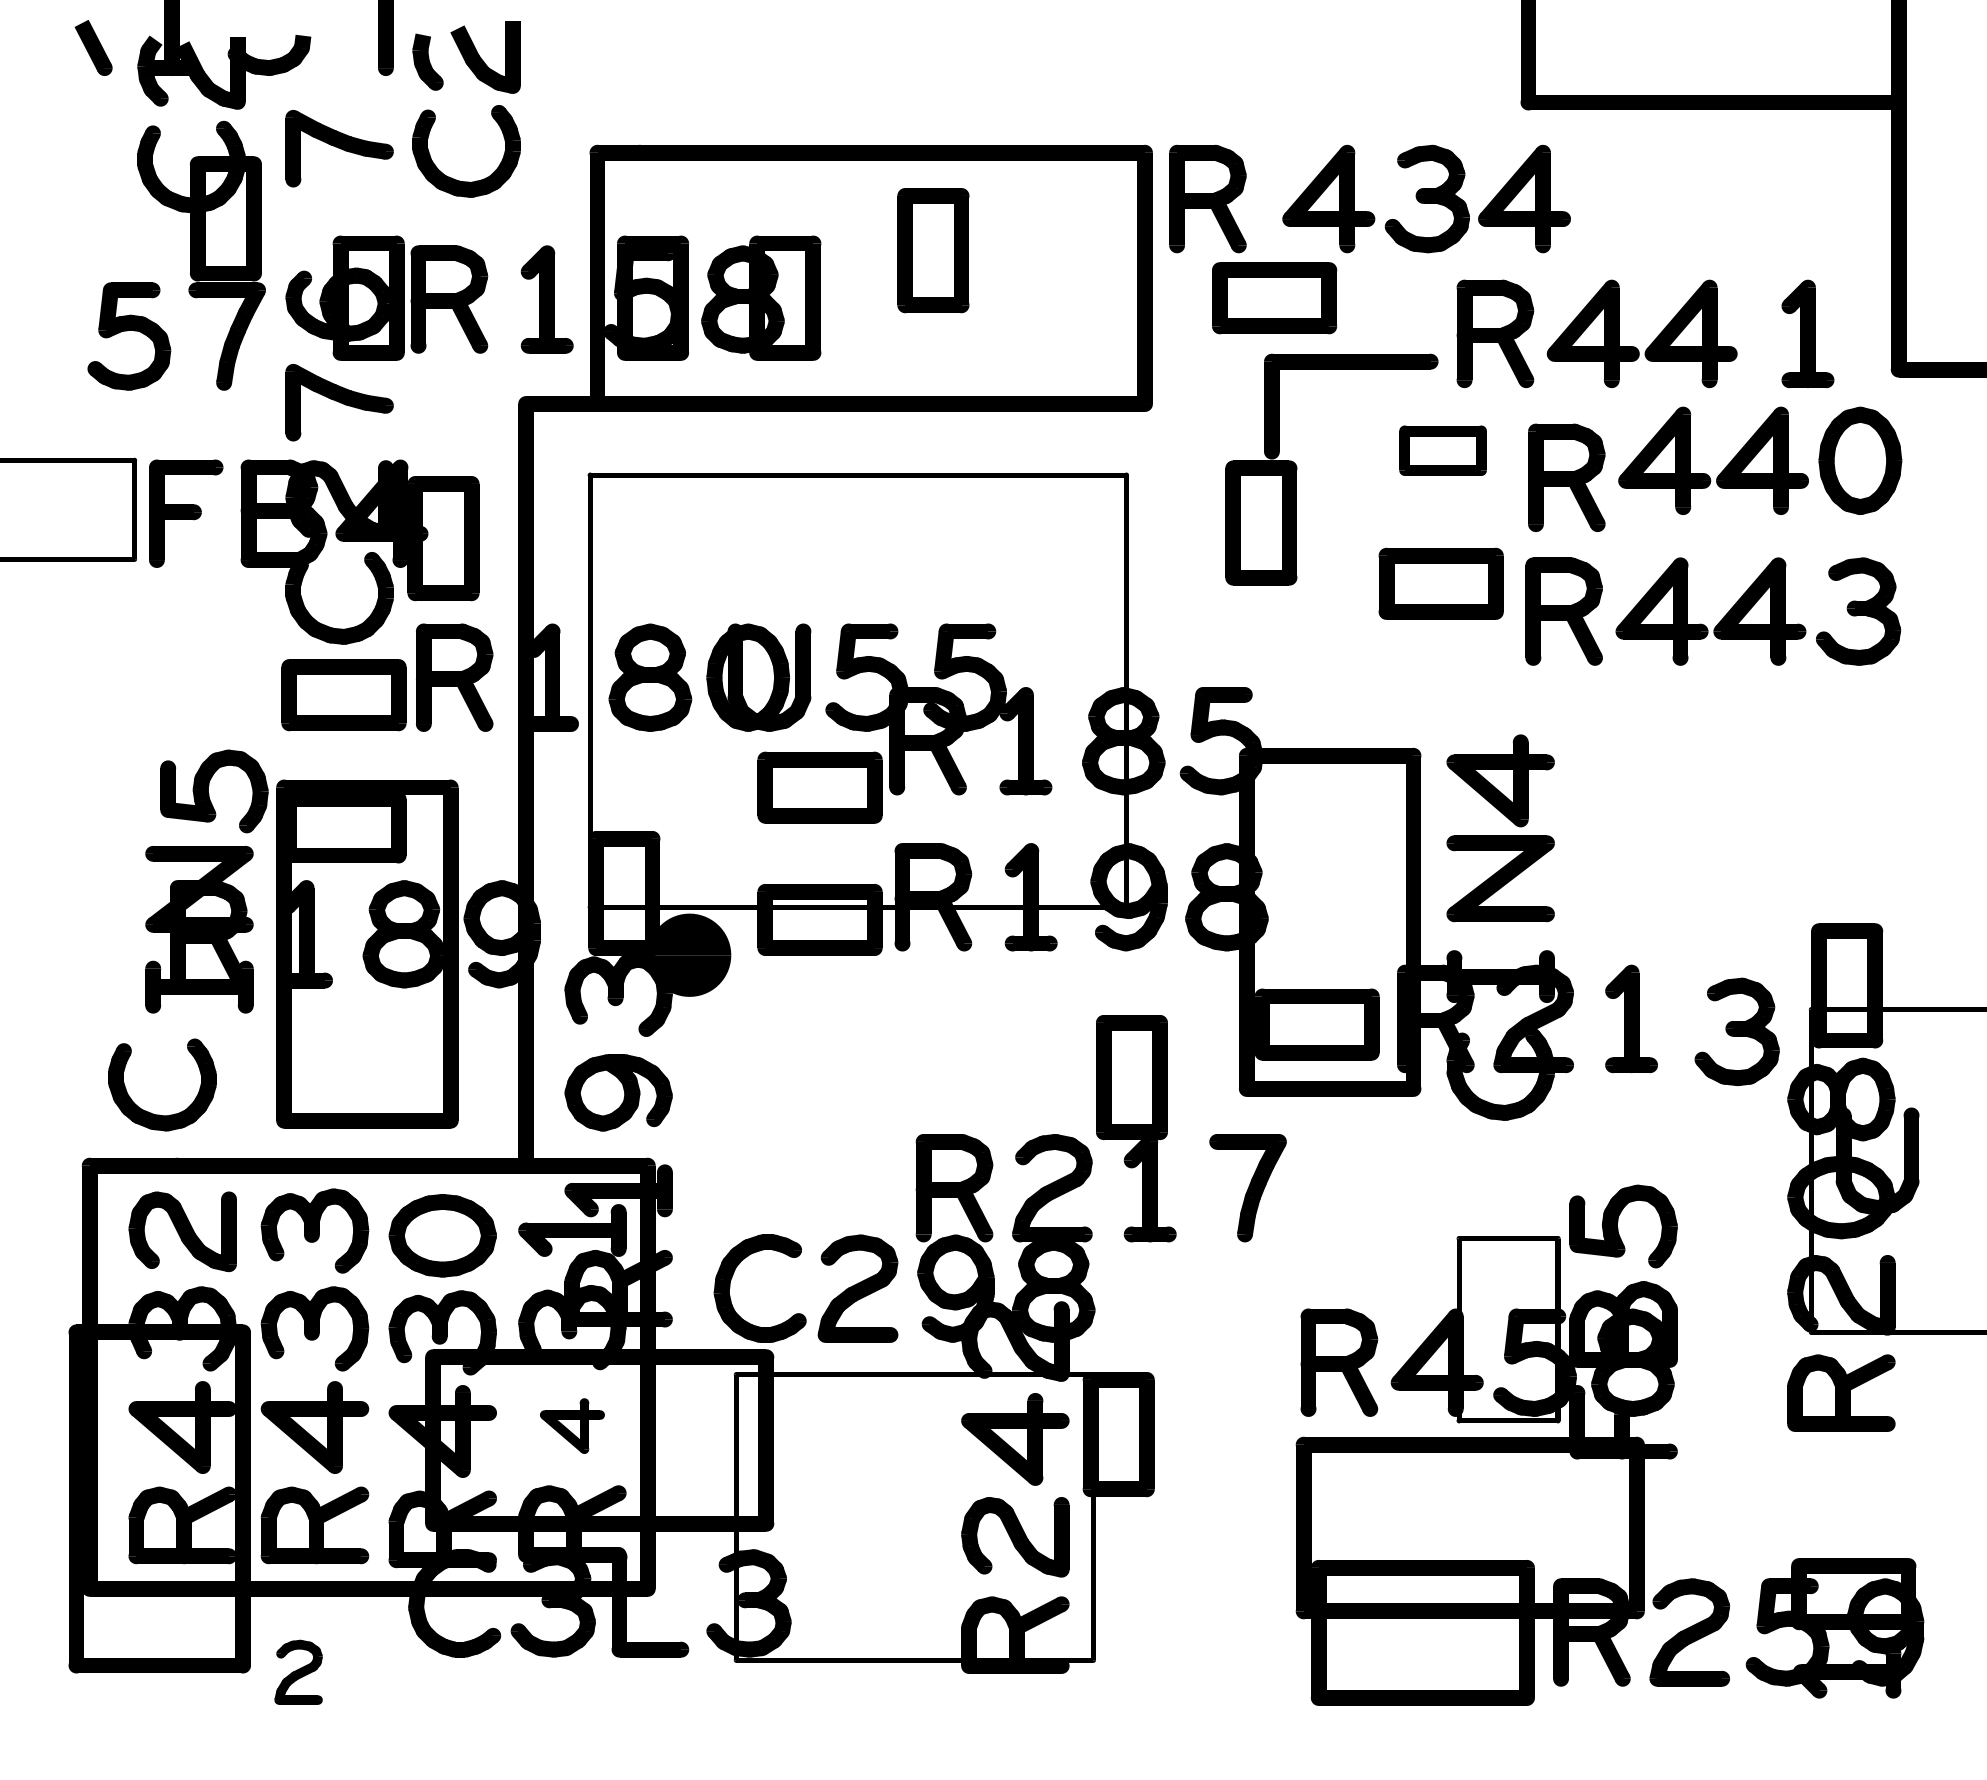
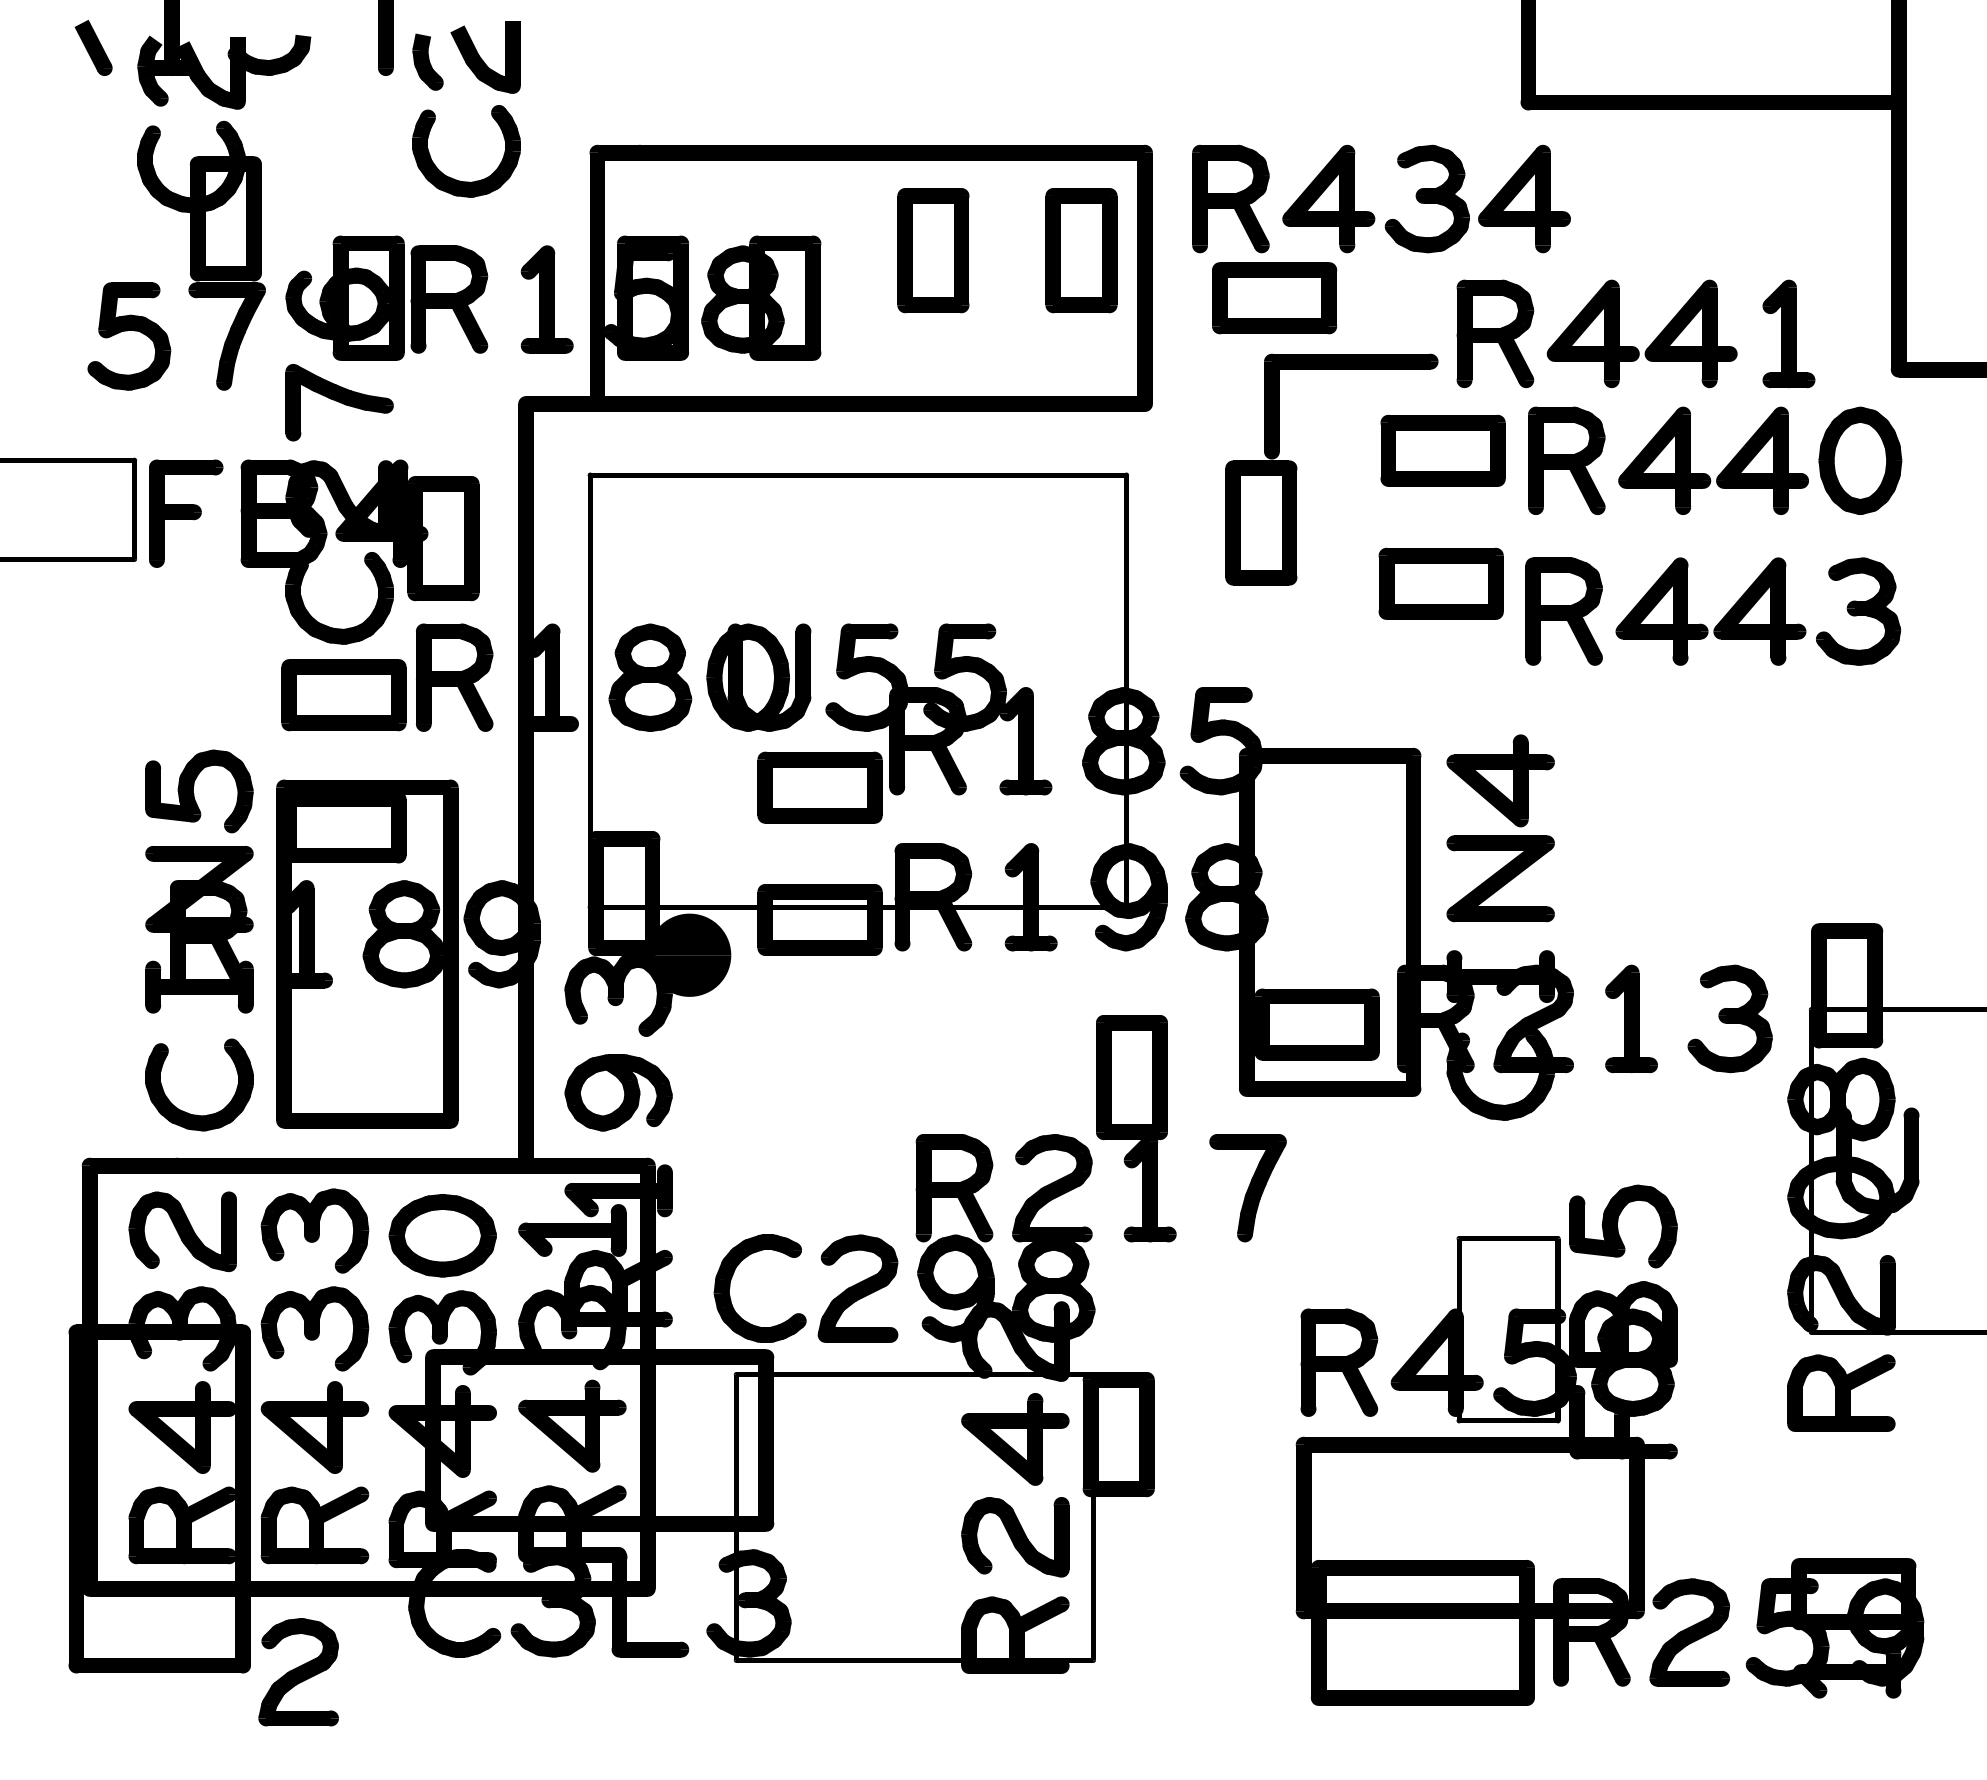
part at (339, 148): present -> none
part at (1207, 198) position: (1207, 198) -> (1230, 198)
part at (1081, 250): none -> present
part at (1807, 333) position: (1807, 333) -> (1788, 333)
part at (1442, 450) size: 88x51 px -> 126x73 px
part at (1566, 477) position: (1566, 477) -> (1566, 460)
part at (214, 791) position: (214, 791) -> (199, 791)
part at (1736, 1031) position: (1736, 1031) -> (1729, 1018)
part at (151, 1112) position: (151, 1112) -> (188, 1112)
part at (572, 1425) size: 65x56 px -> 109x94 px
part at (298, 1671) size: 49x66 px -> 81x109 px
